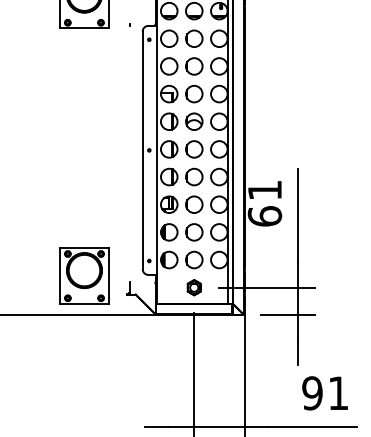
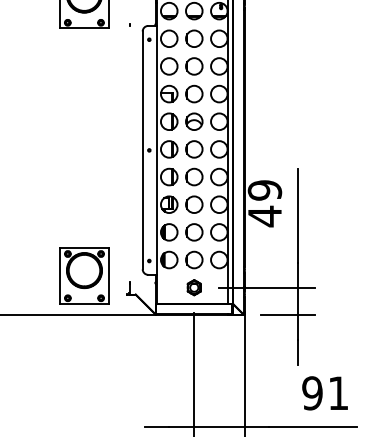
text at (264, 203): 61 -> 49
